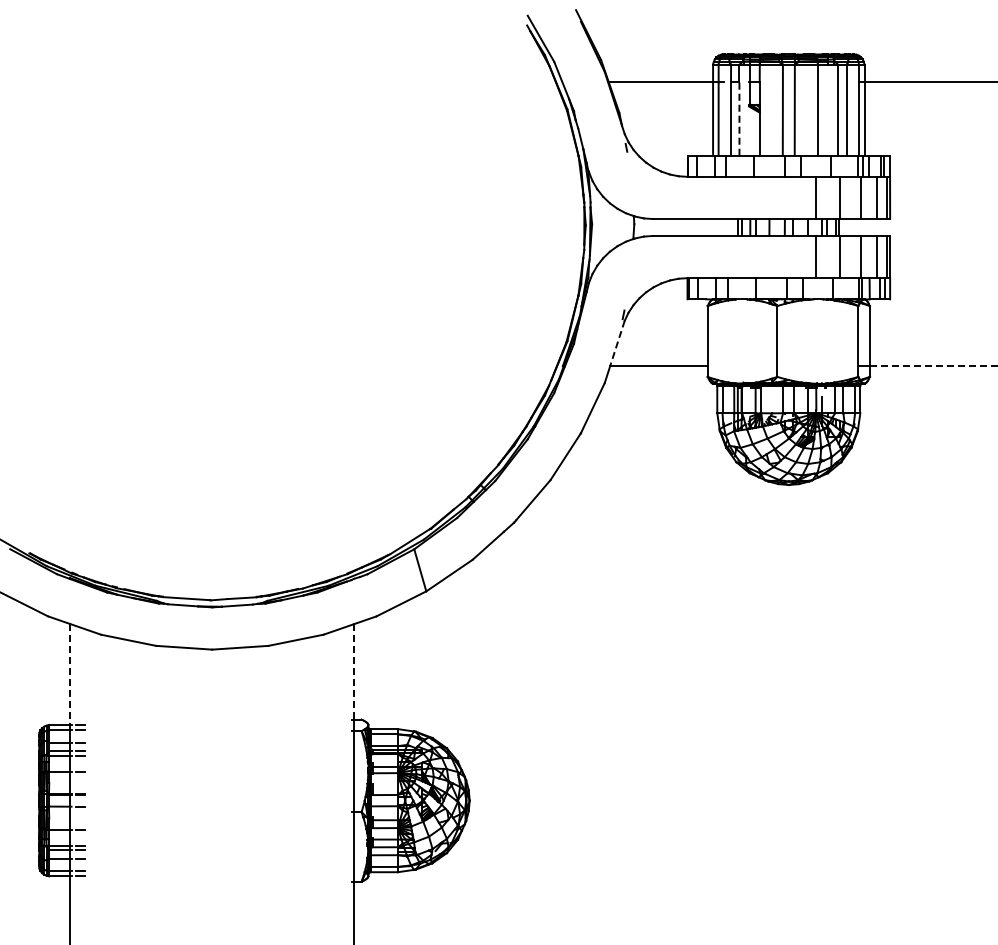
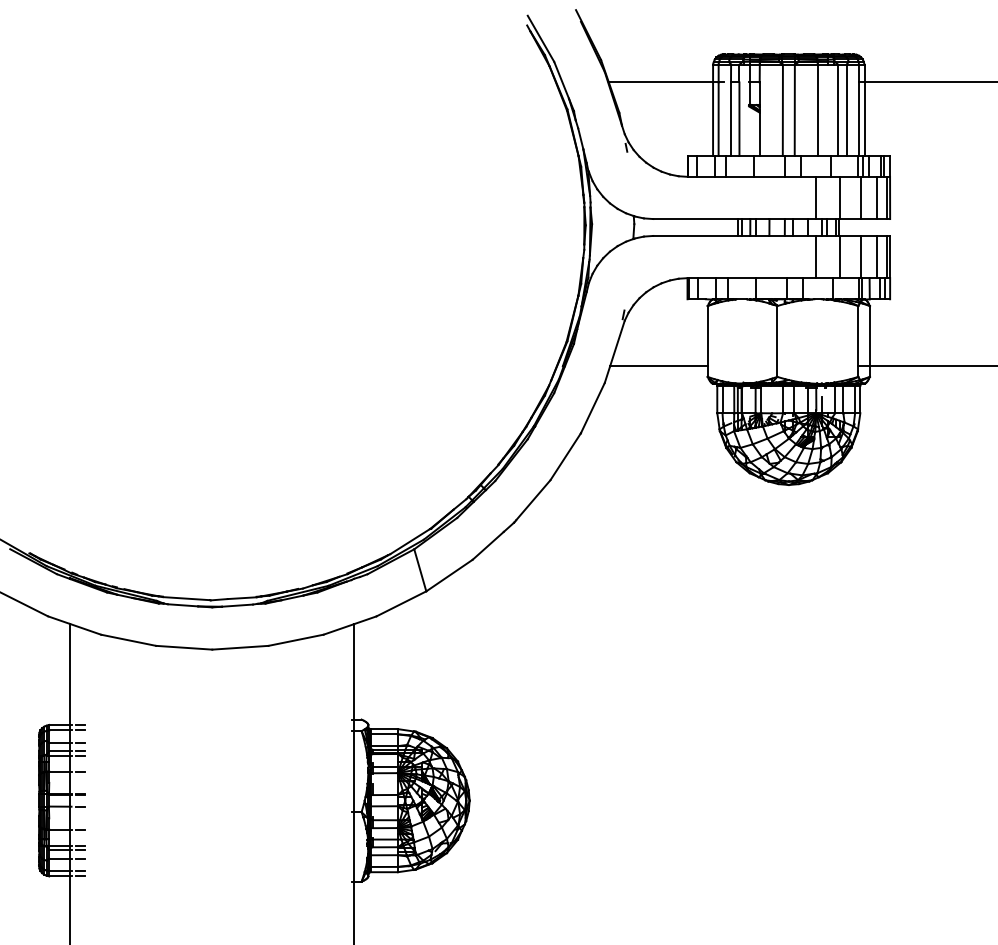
line at (739, 119): dashed -> solid
line at (617, 343): dashed -> solid
line at (933, 366): dashed -> solid
line at (354, 671): dashed -> solid
line at (70, 674): dashed -> solid
